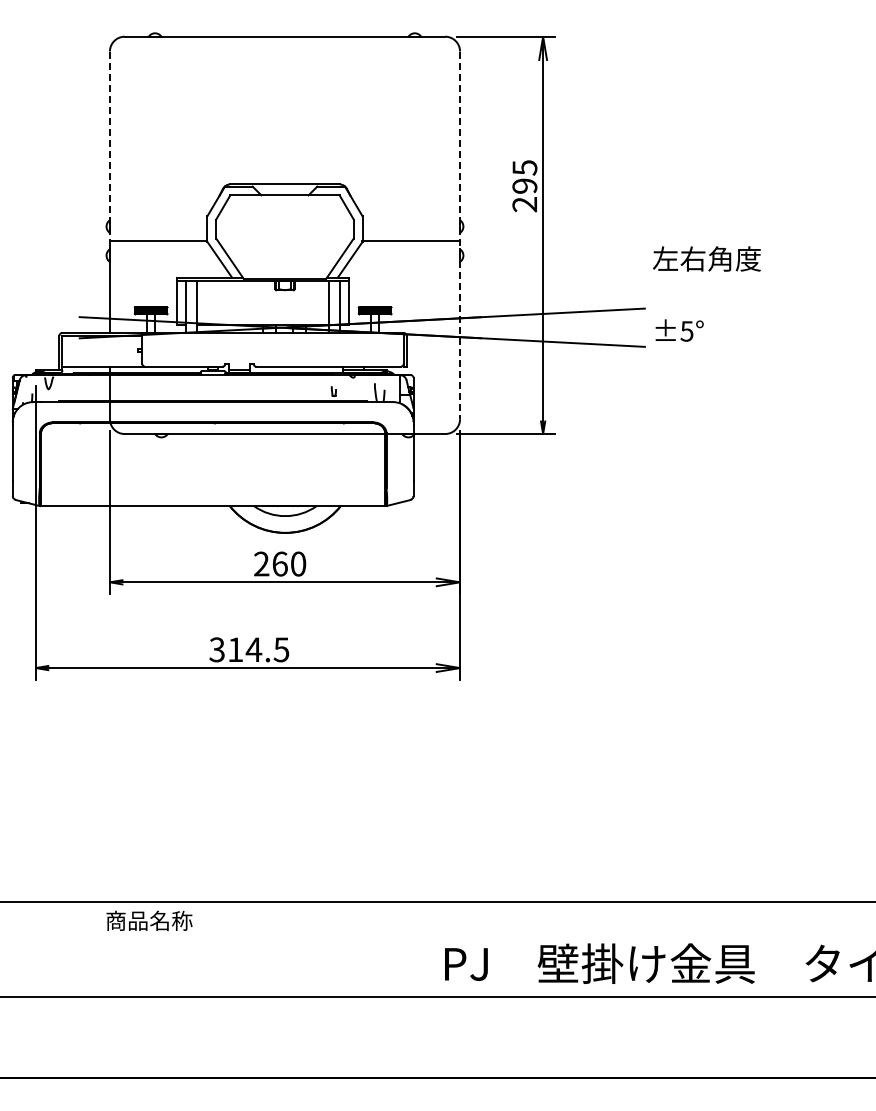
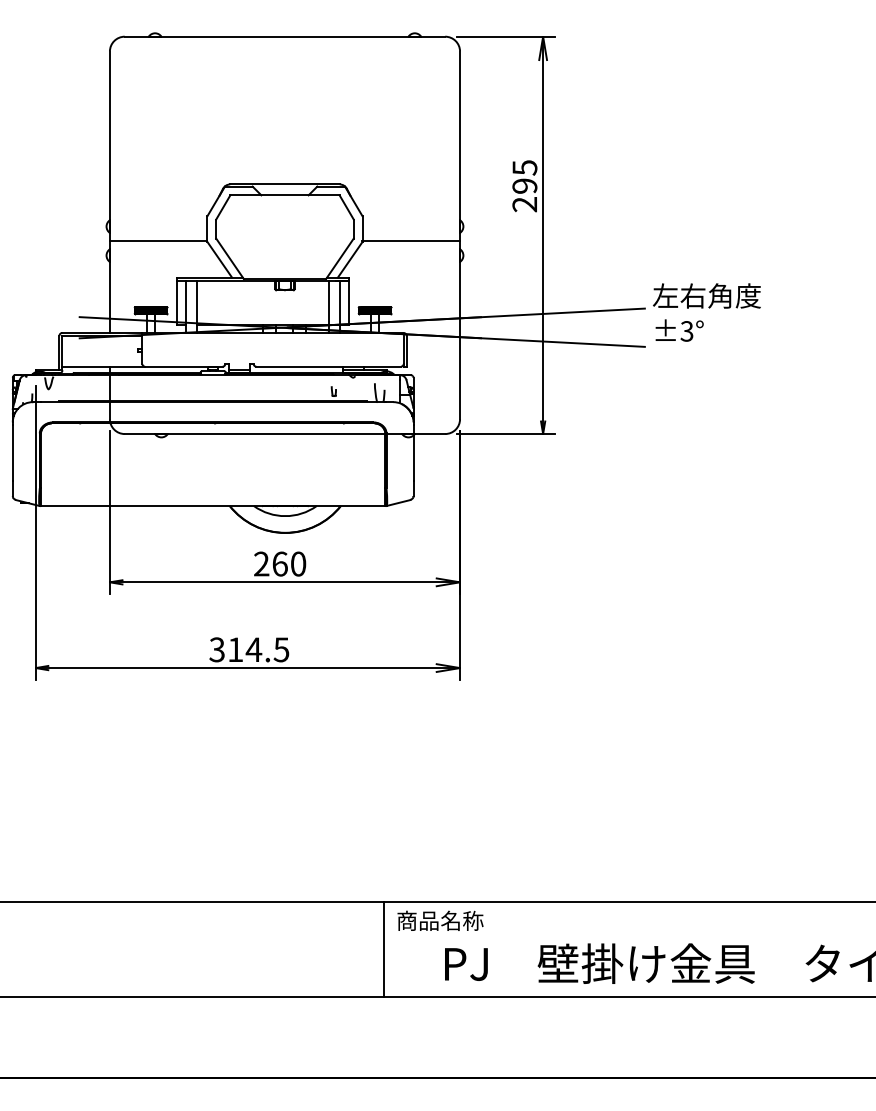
line at (109, 146): dashed -> solid
line at (460, 235): dashed -> solid
text at (706, 258) position: (706, 258) -> (706, 295)
text at (687, 331): ±5° -> ±3°
text at (149, 920) position: (149, 920) -> (440, 920)
line at (383, 949): none -> present
